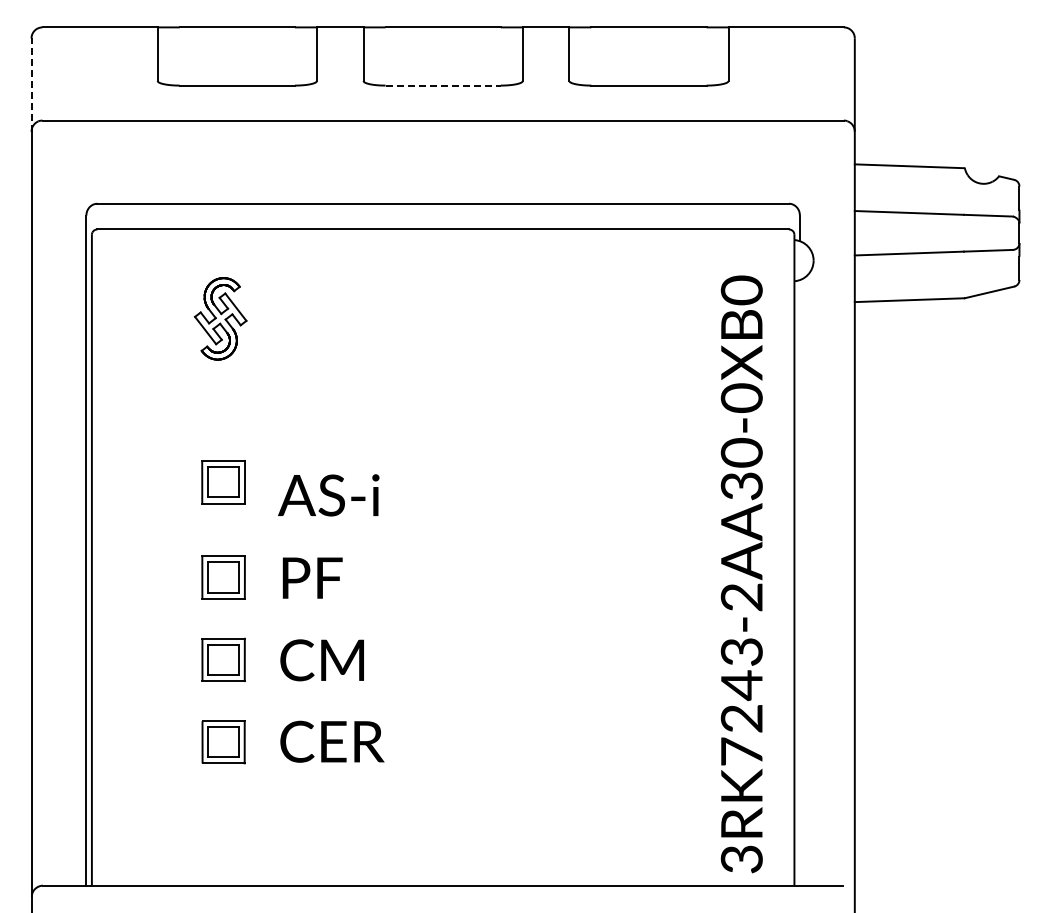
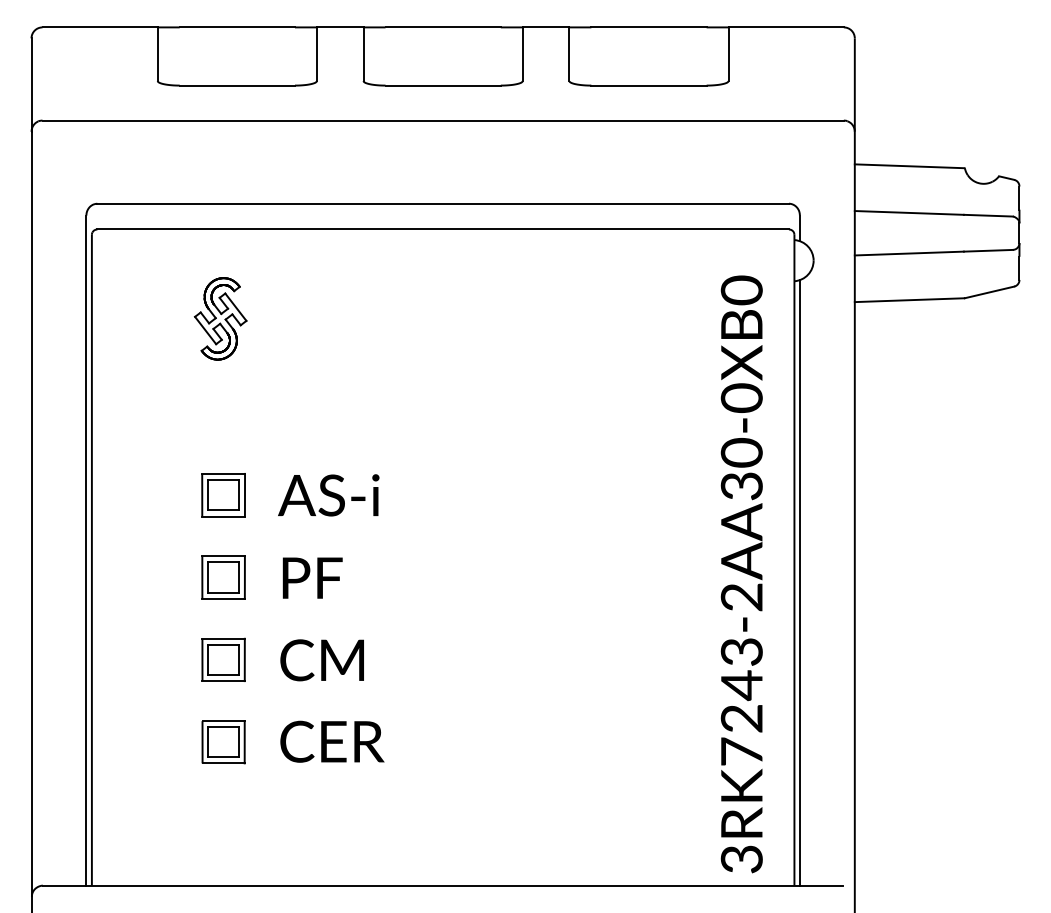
line at (31, 85): dashed -> solid
line at (443, 85): dashed -> solid
part at (223, 482) position: (223, 482) -> (223, 495)
line at (799, 582): none -> present
